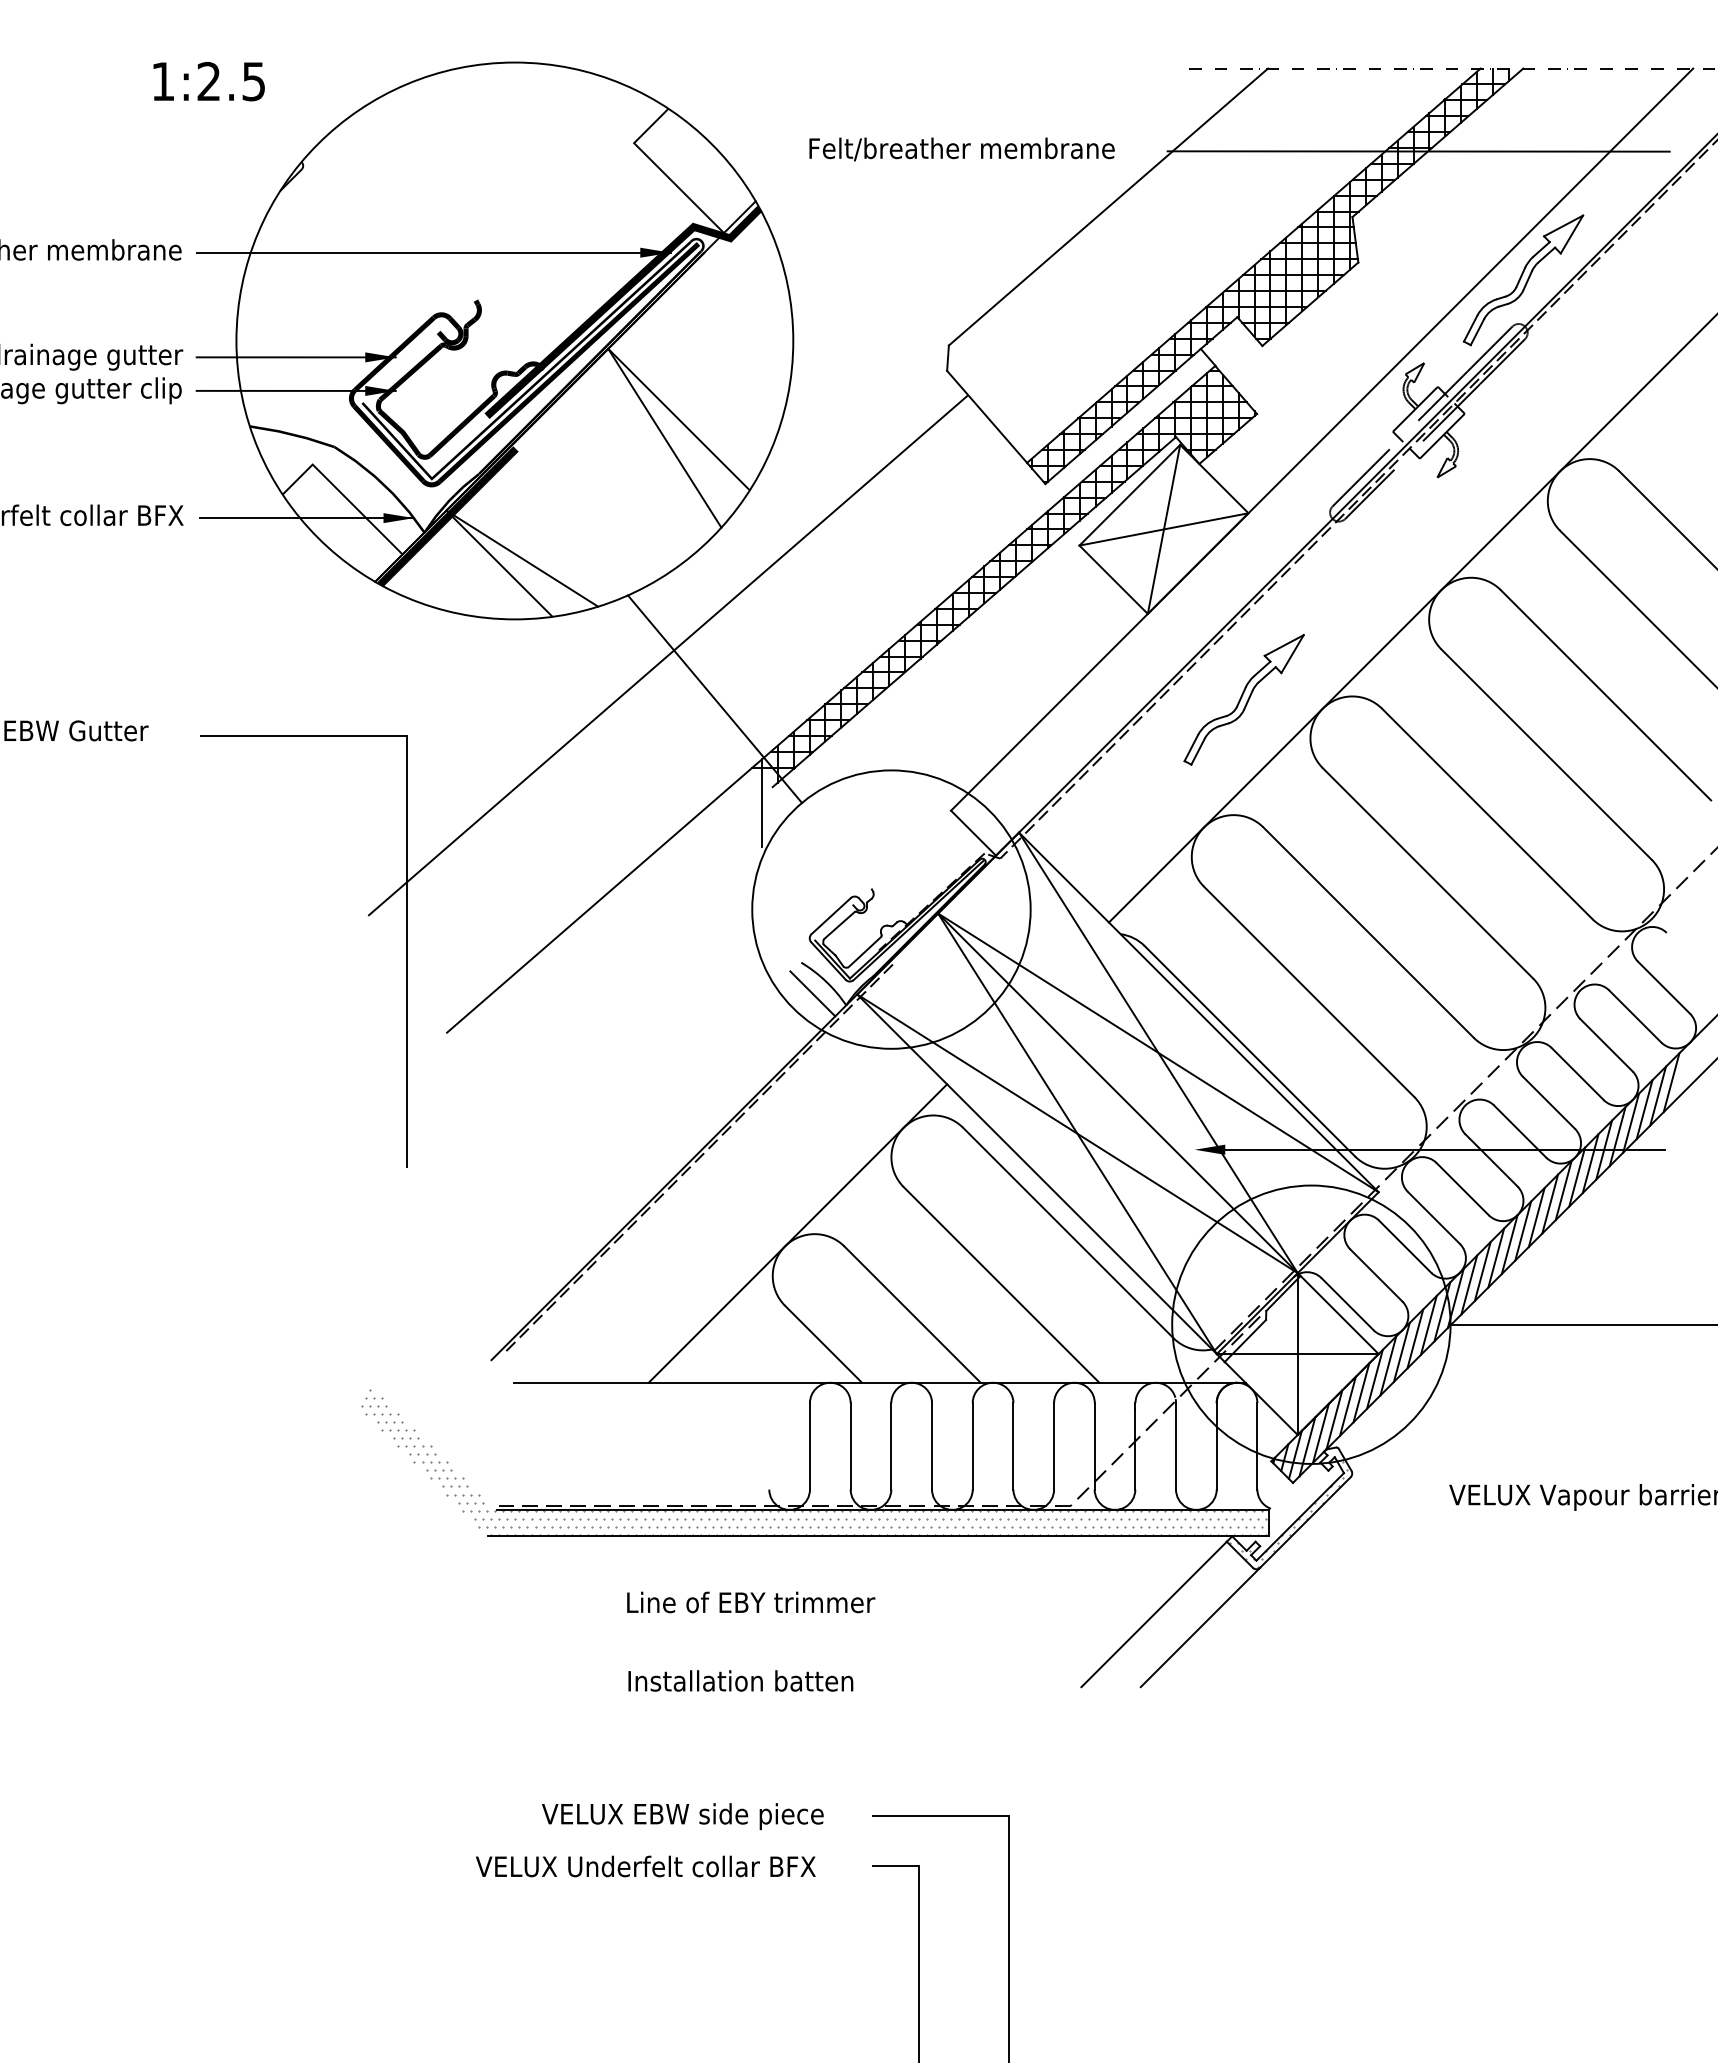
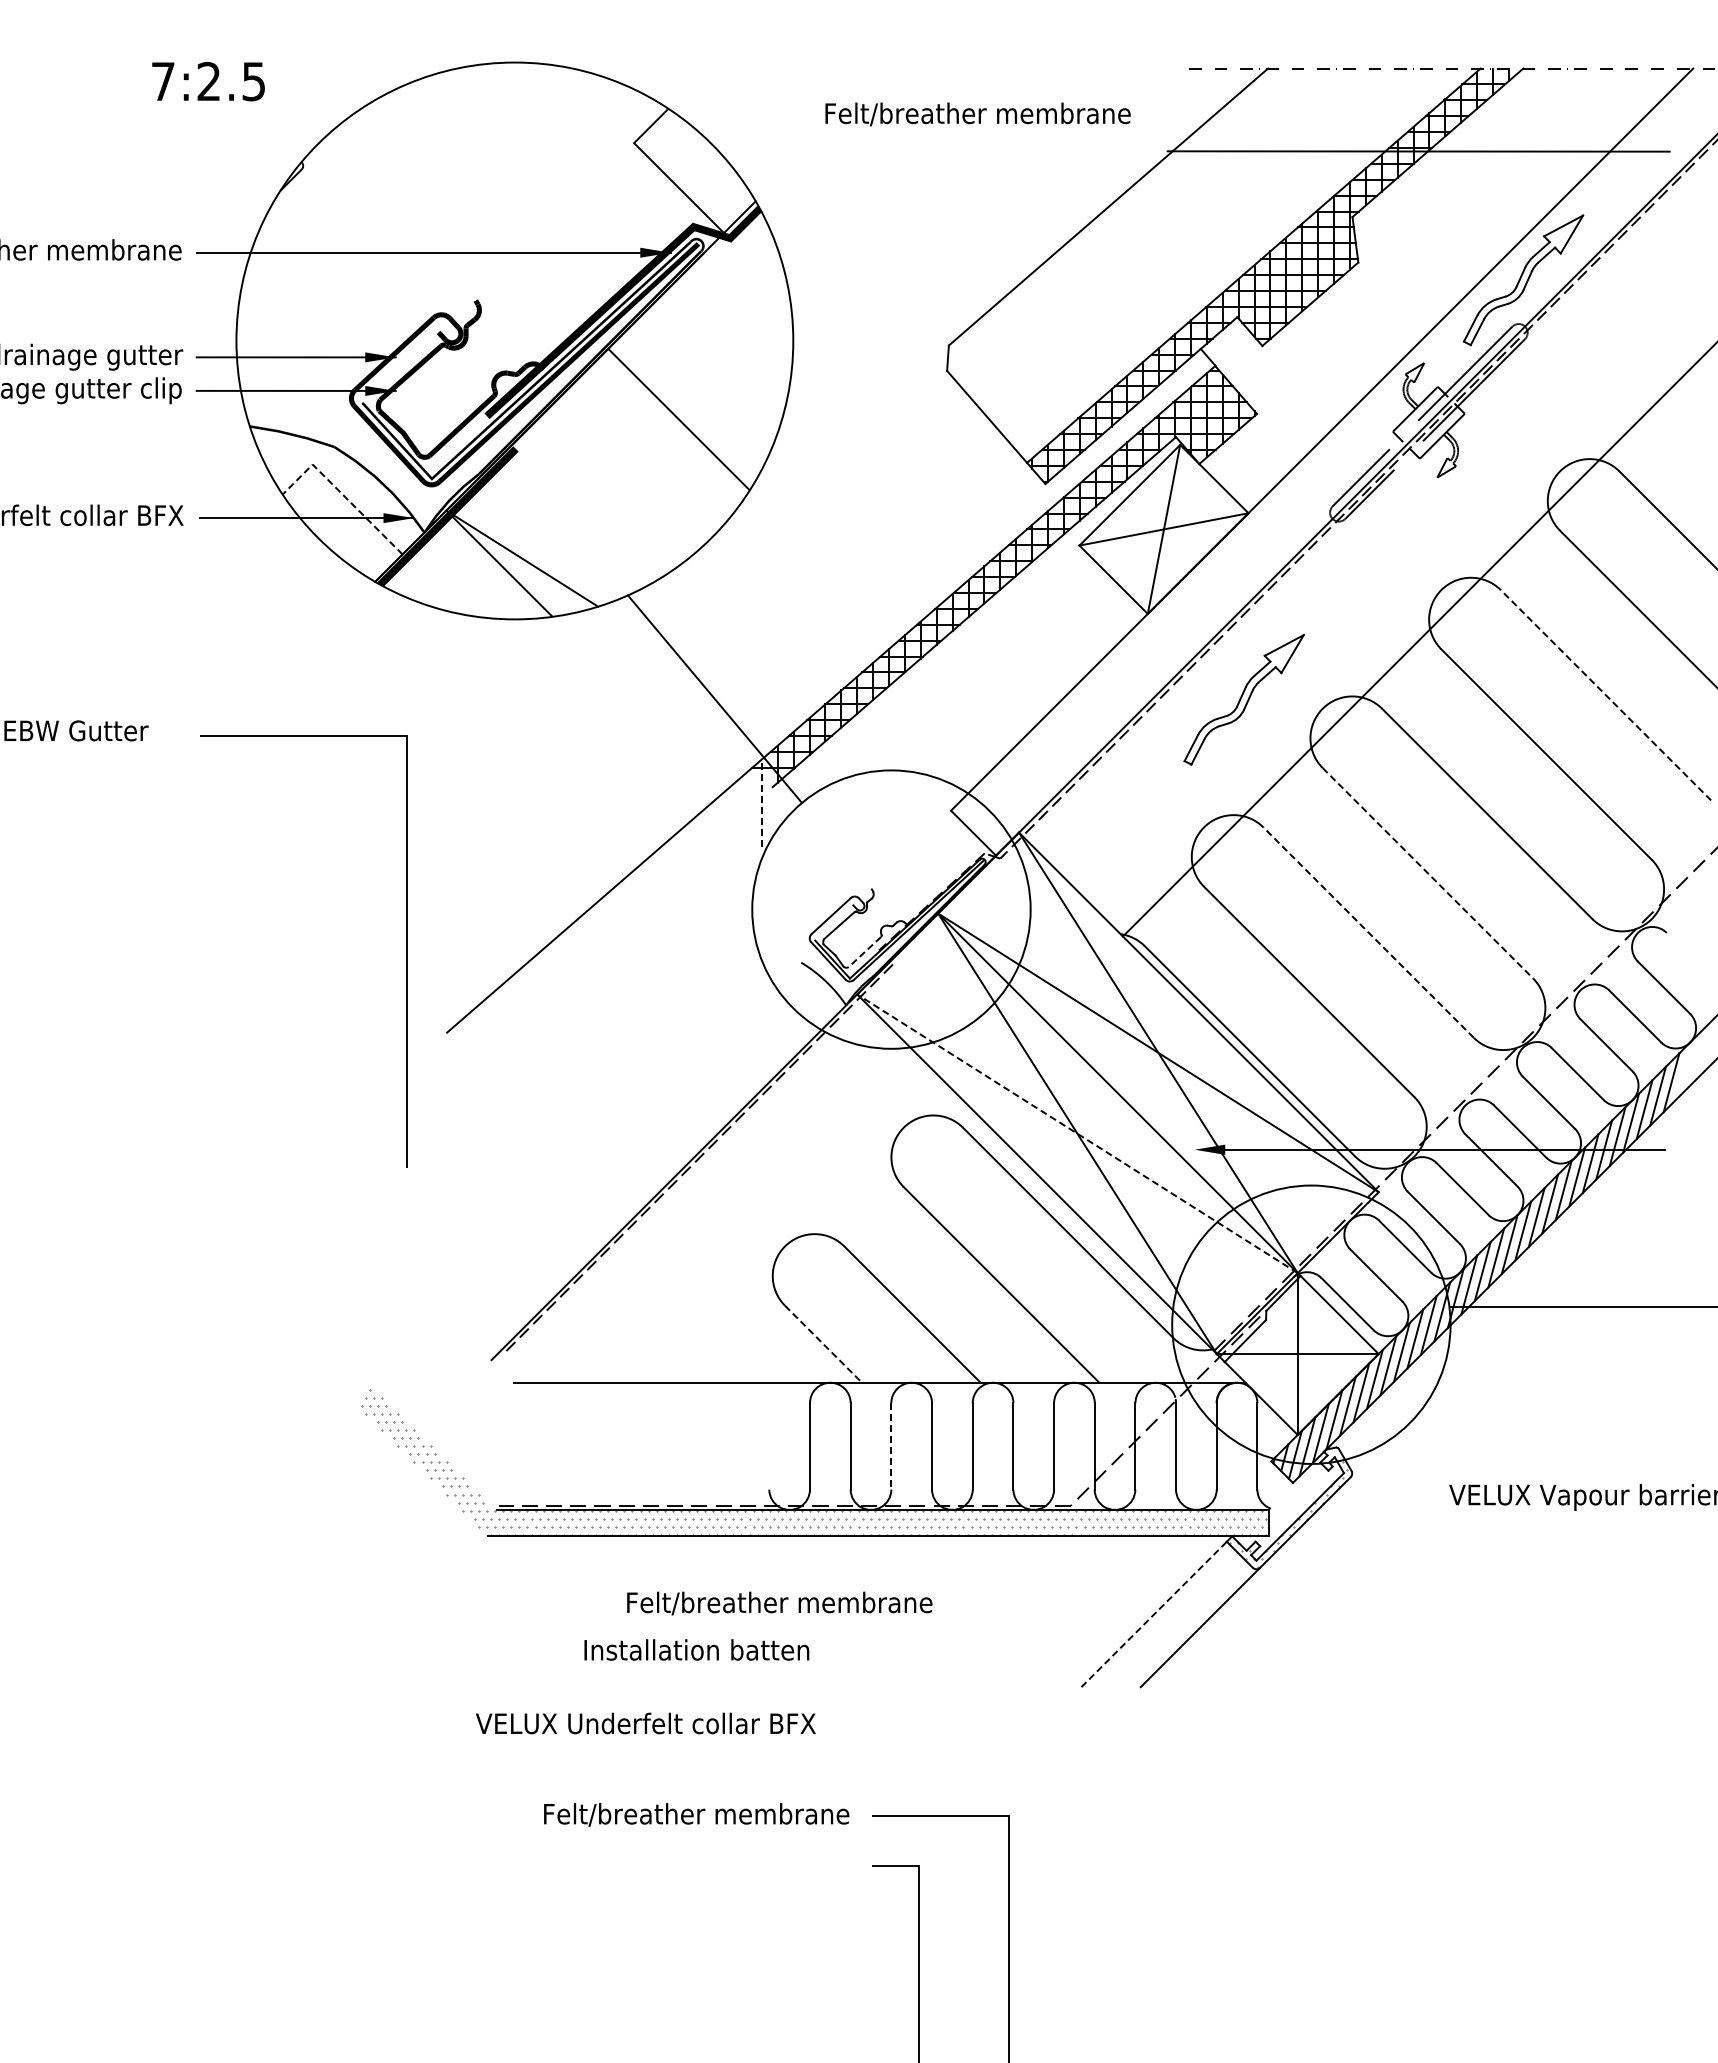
text at (163, 81): 1:2.5 -> 7:2.5
text at (961, 149) position: (961, 149) -> (977, 114)
line at (664, 437): present -> none
line at (342, 494): solid -> dashed
line at (1411, 619) position: (1411, 619) -> (1418, 640)
line at (667, 655): present -> none
line at (1605, 695): solid -> dashed
line at (761, 803): solid -> dashed
line at (1427, 873): solid -> dashed
line at (1368, 932): solid -> dashed
line at (864, 952): solid -> dashed
line at (812, 993): present -> none
line at (1077, 1133): solid -> dashed
line at (797, 1233): present -> none
line at (1582, 1324) position: (1582, 1324) -> (1582, 1306)
line at (823, 1344): solid -> dashed
line at (891, 1446): solid -> dashed
text at (780, 1603): Line of EBY trimmer -> Felt/breather membrane
line at (1154, 1614): solid -> dashed
text at (740, 1680) position: (740, 1680) -> (696, 1649)
text at (695, 1816): VELUX EBW side piece -> Felt/breather membrane
text at (645, 1866) position: (645, 1866) -> (645, 1723)
